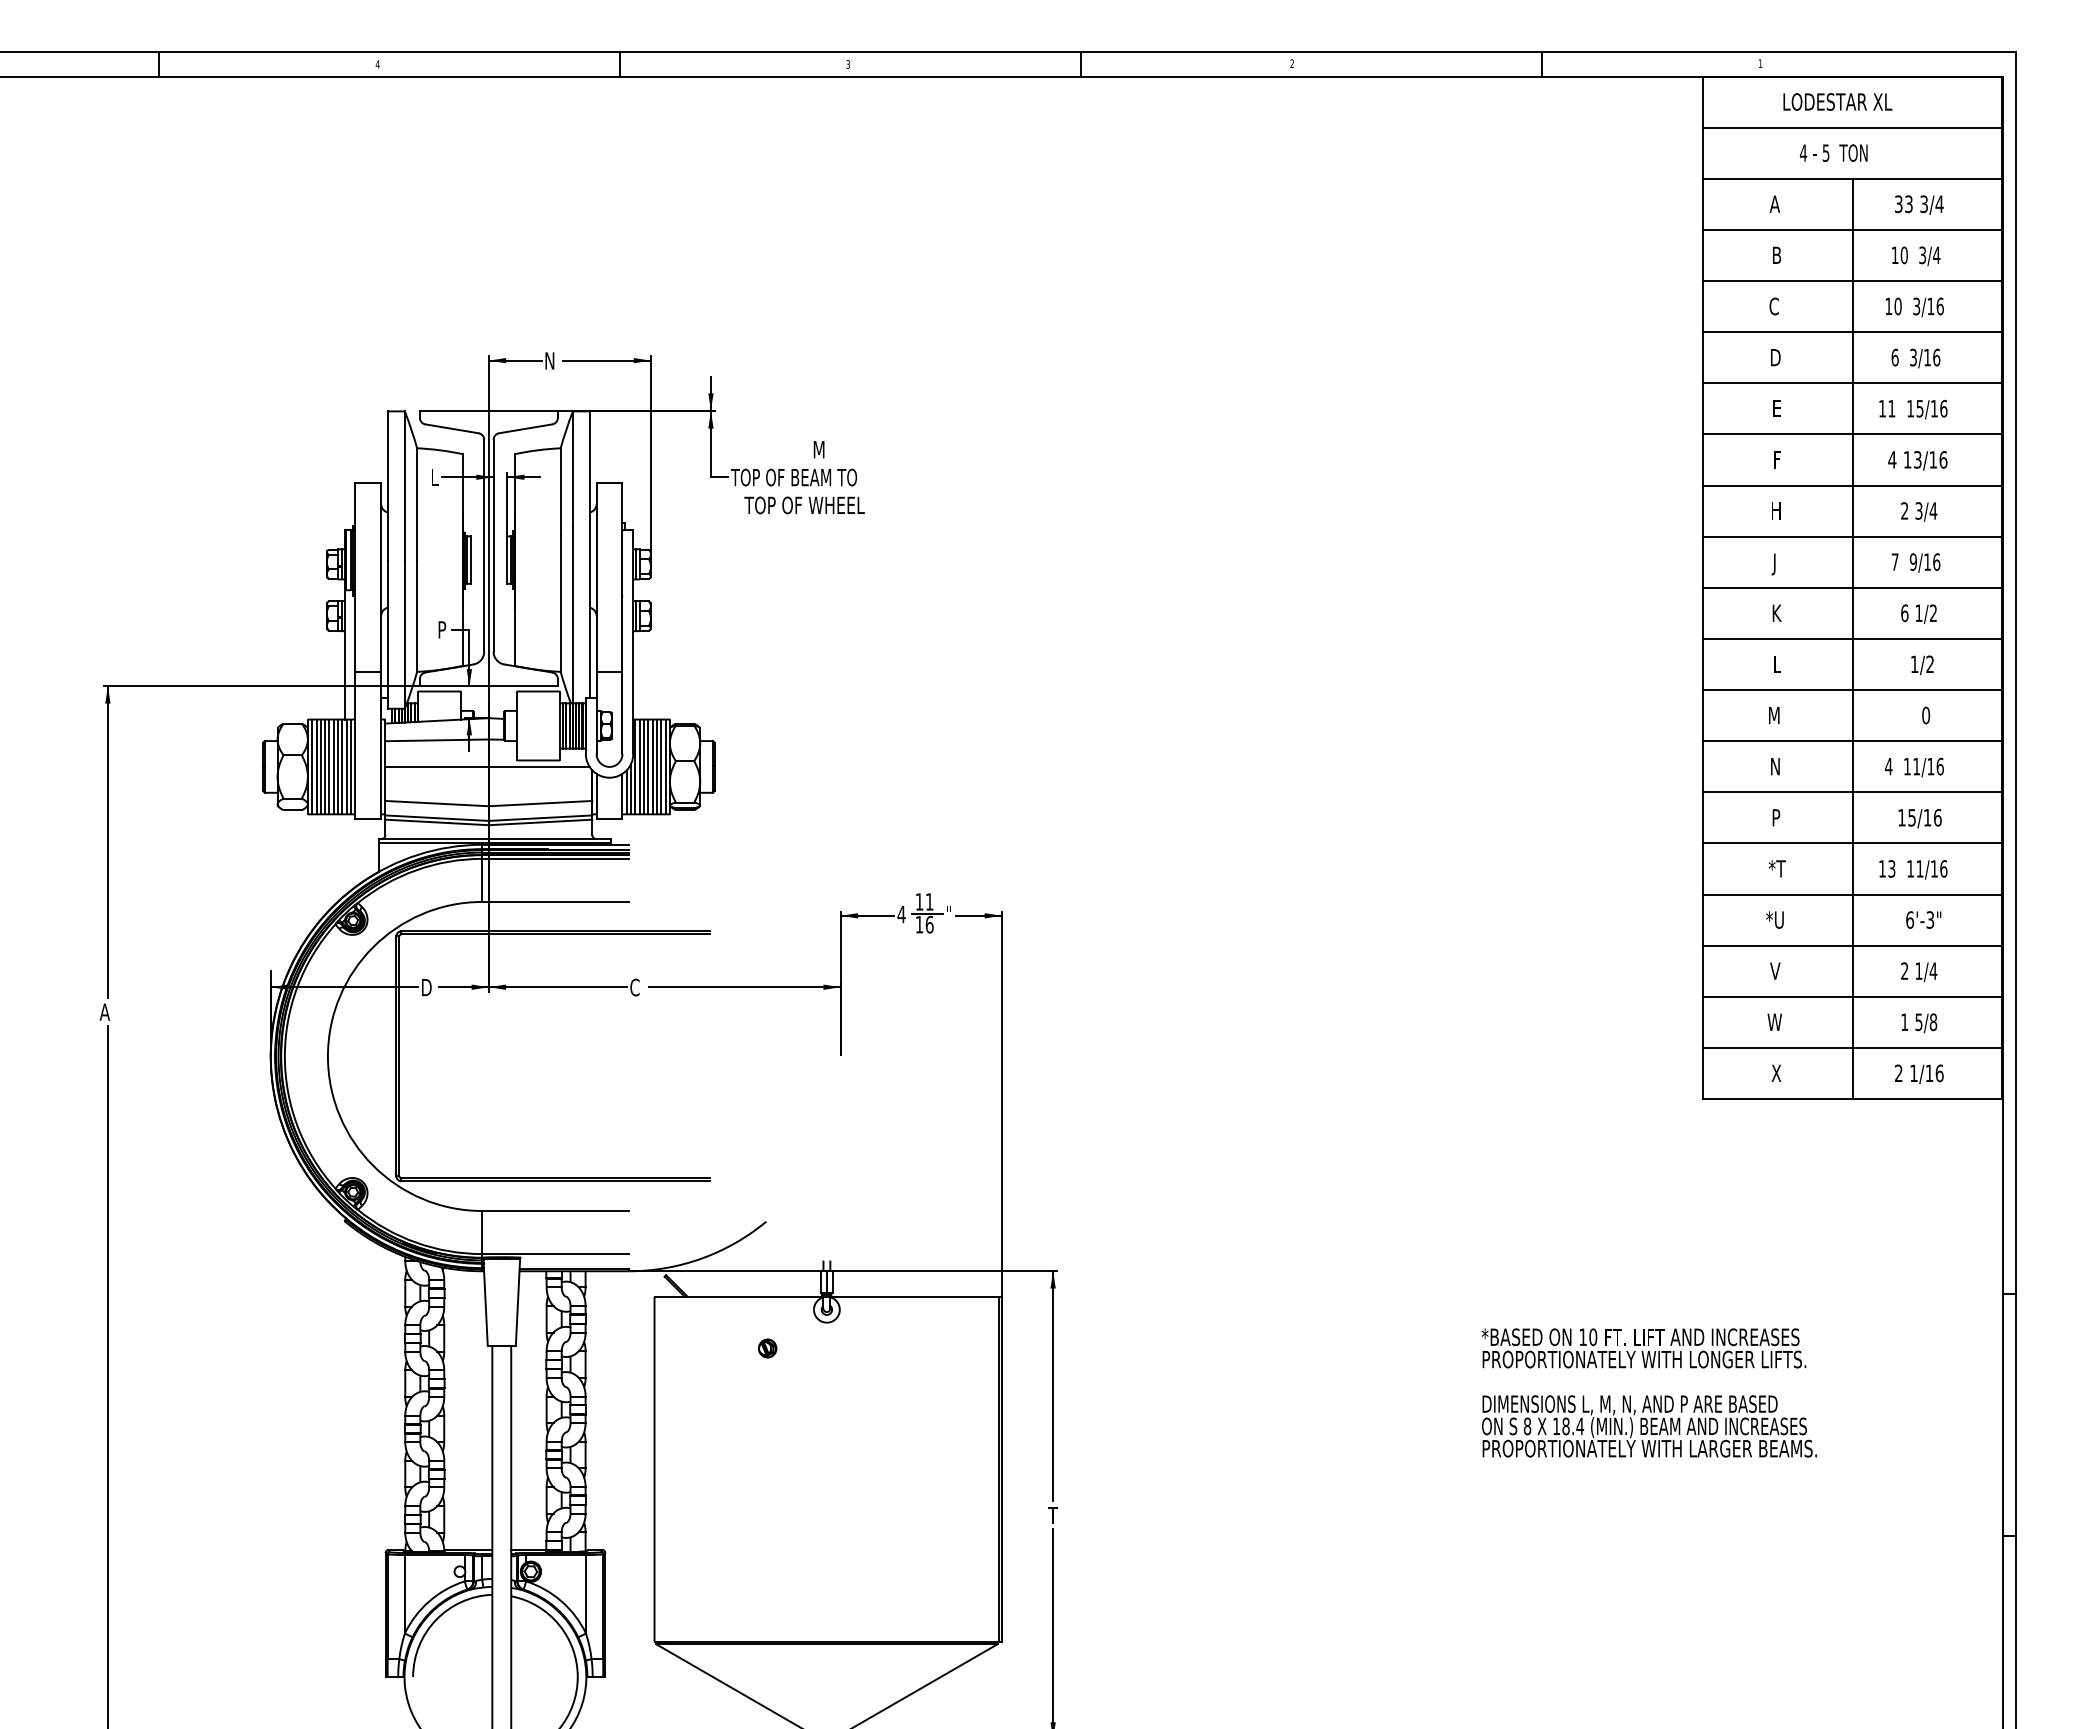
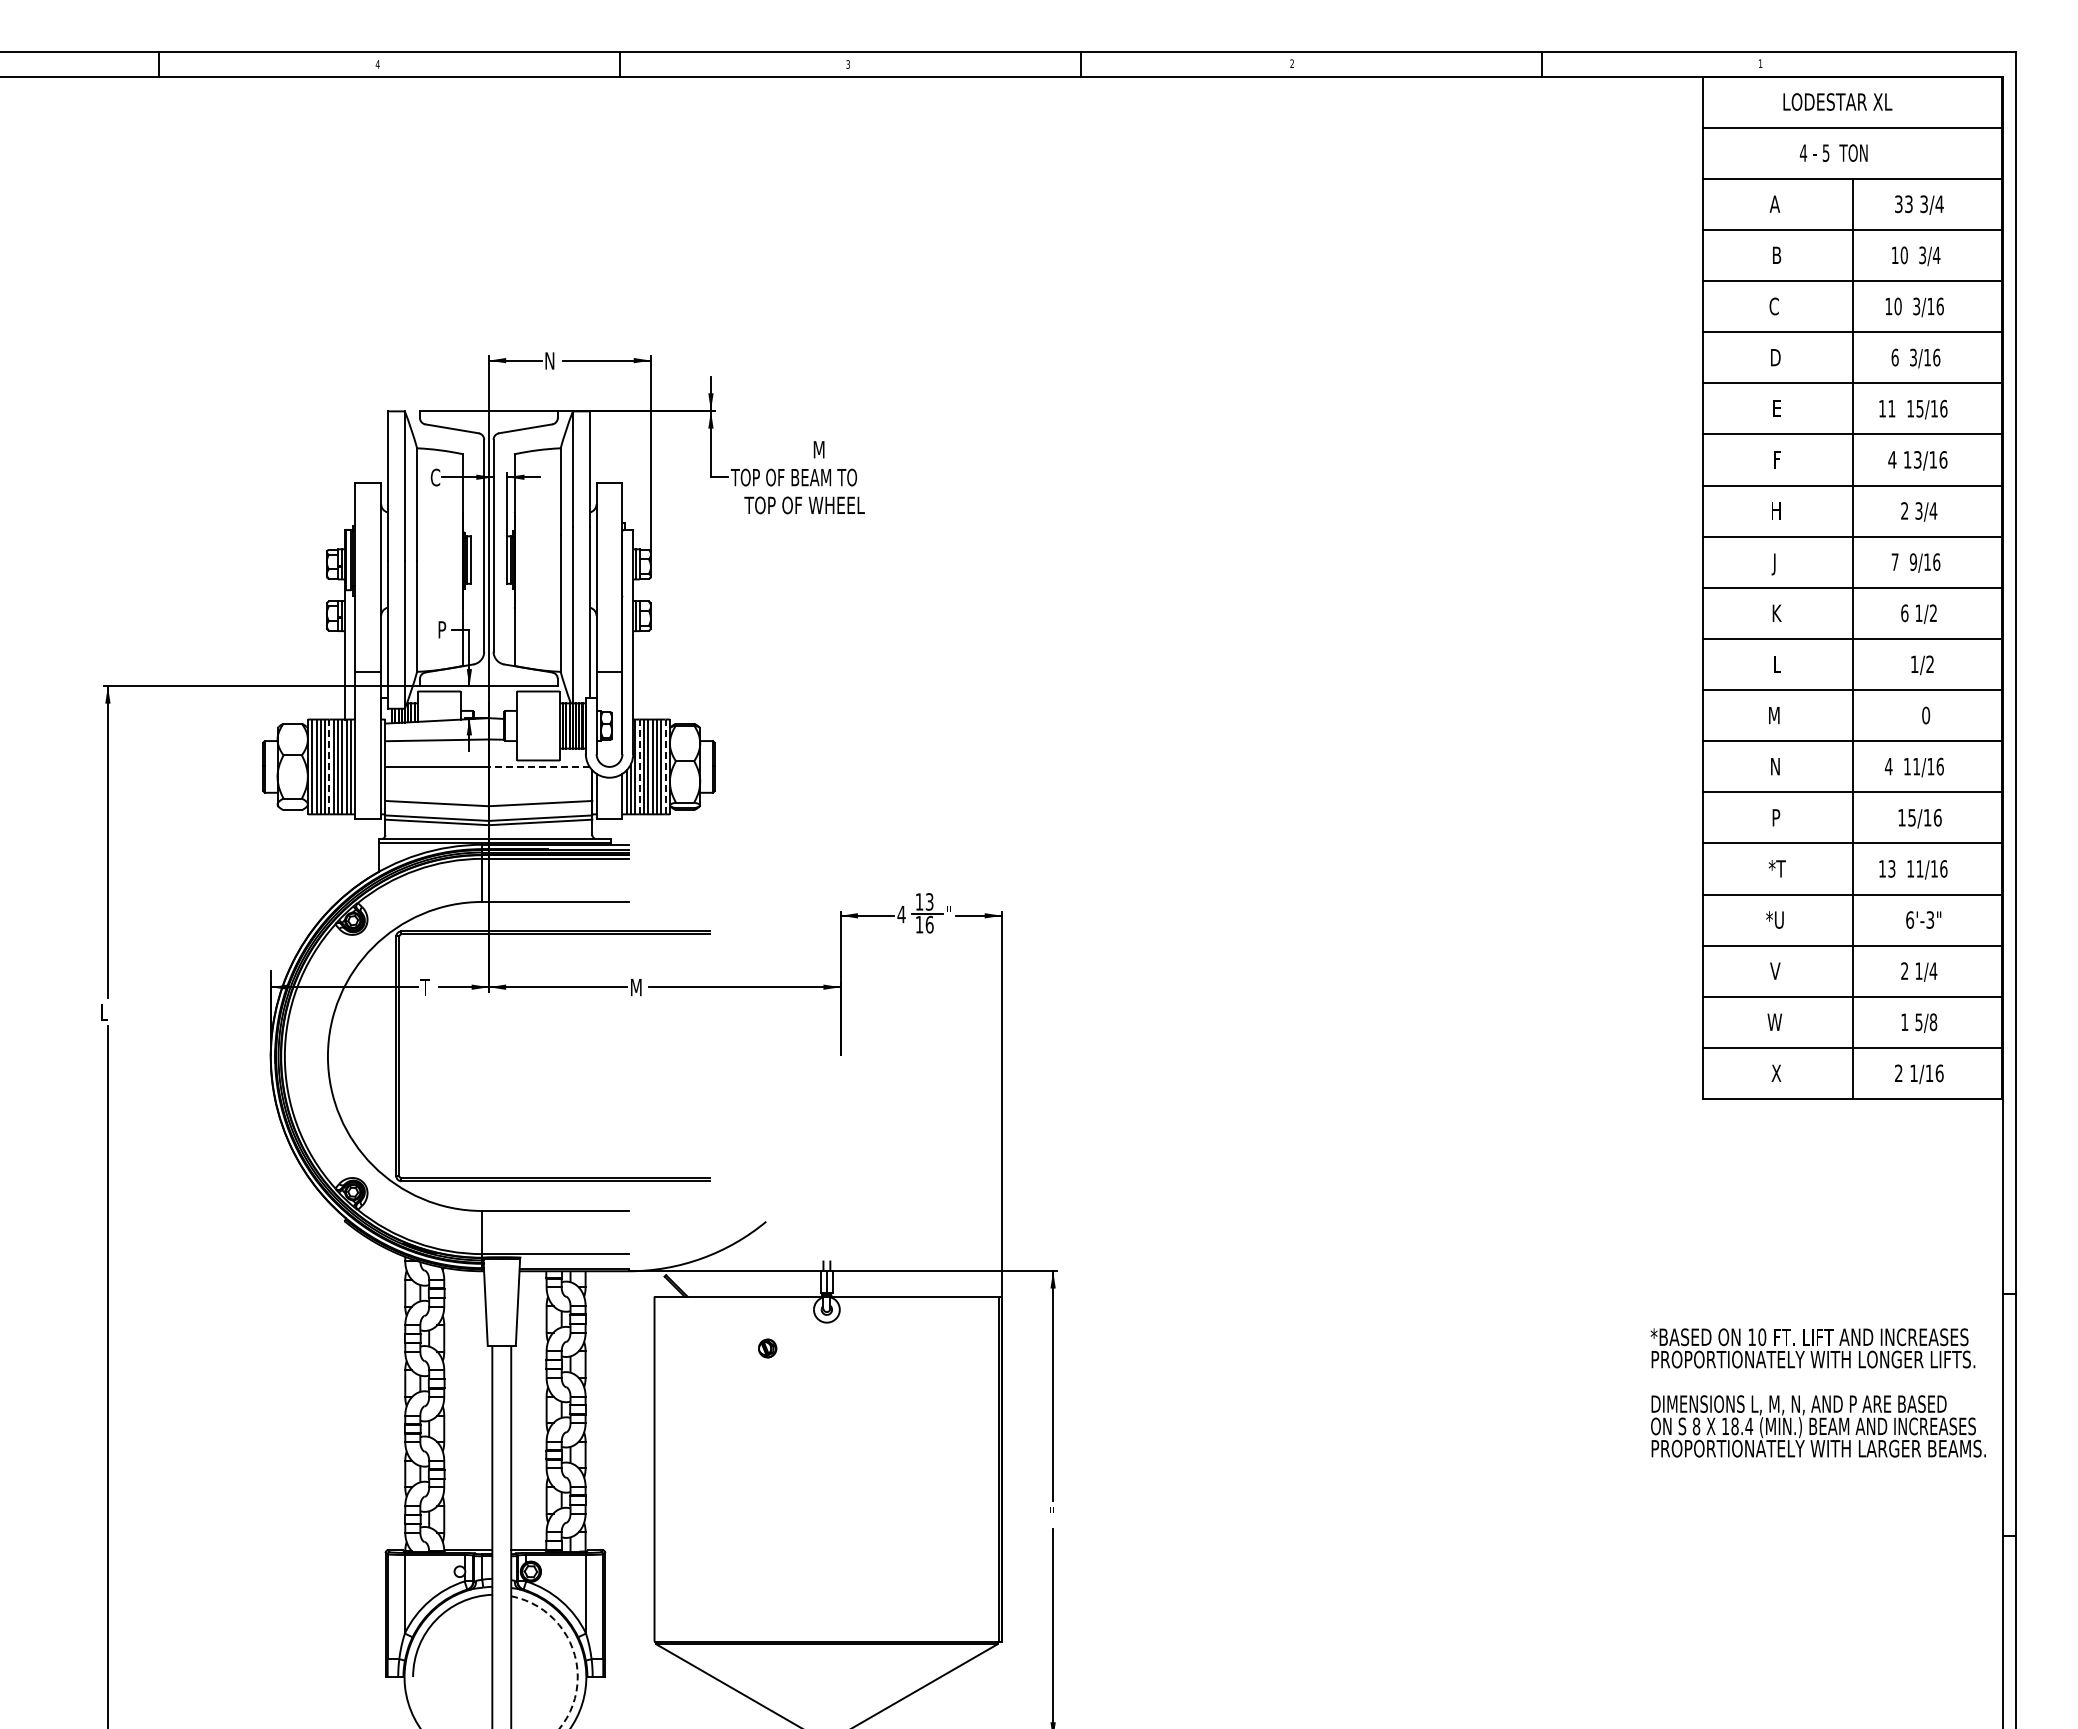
text at (435, 477): L -> C
line at (329, 766): solid -> dashed
line at (538, 766): solid -> dashed
line at (639, 766): solid -> dashed
line at (665, 766): solid -> dashed
text at (929, 901): 11 -> 13
text at (425, 987): D -> T
text at (635, 987): C -> M
text at (104, 1011): A -> L
text at (1648, 1392) position: (1648, 1392) -> (1817, 1392)
text at (1052, 1515): T -> "
arc at (572, 1648): solid -> dashed
